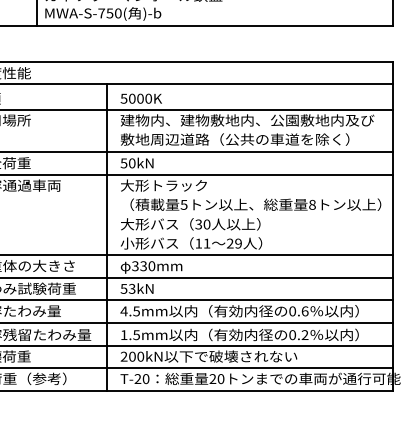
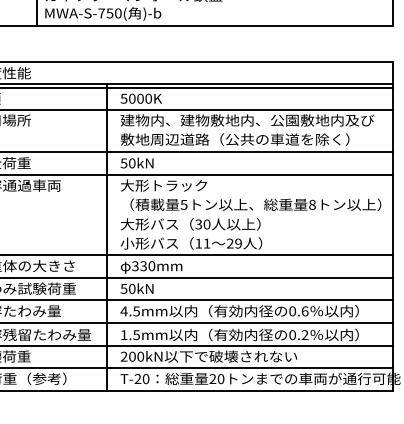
line at (197, 87): none -> present
text at (131, 288): 53kN -> 50kN
